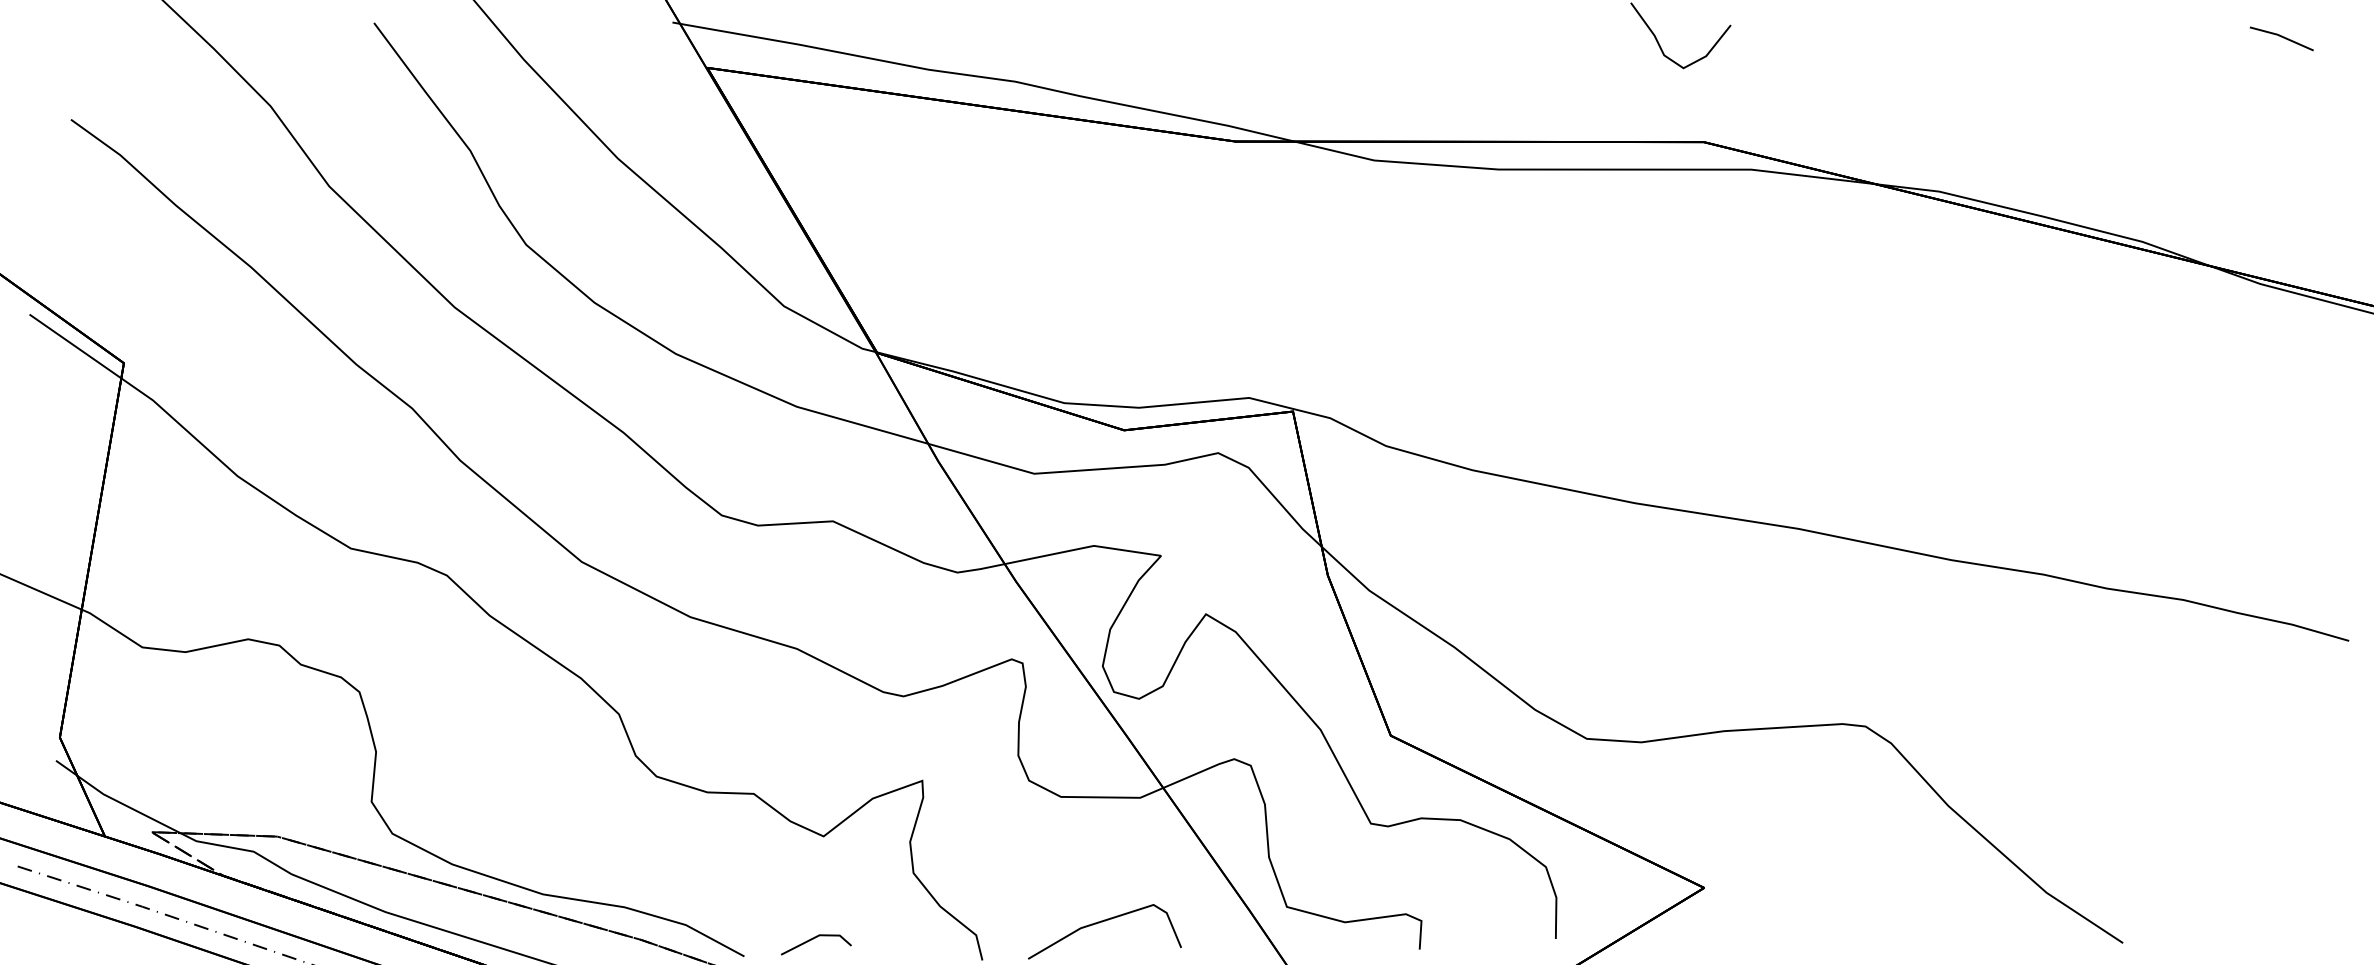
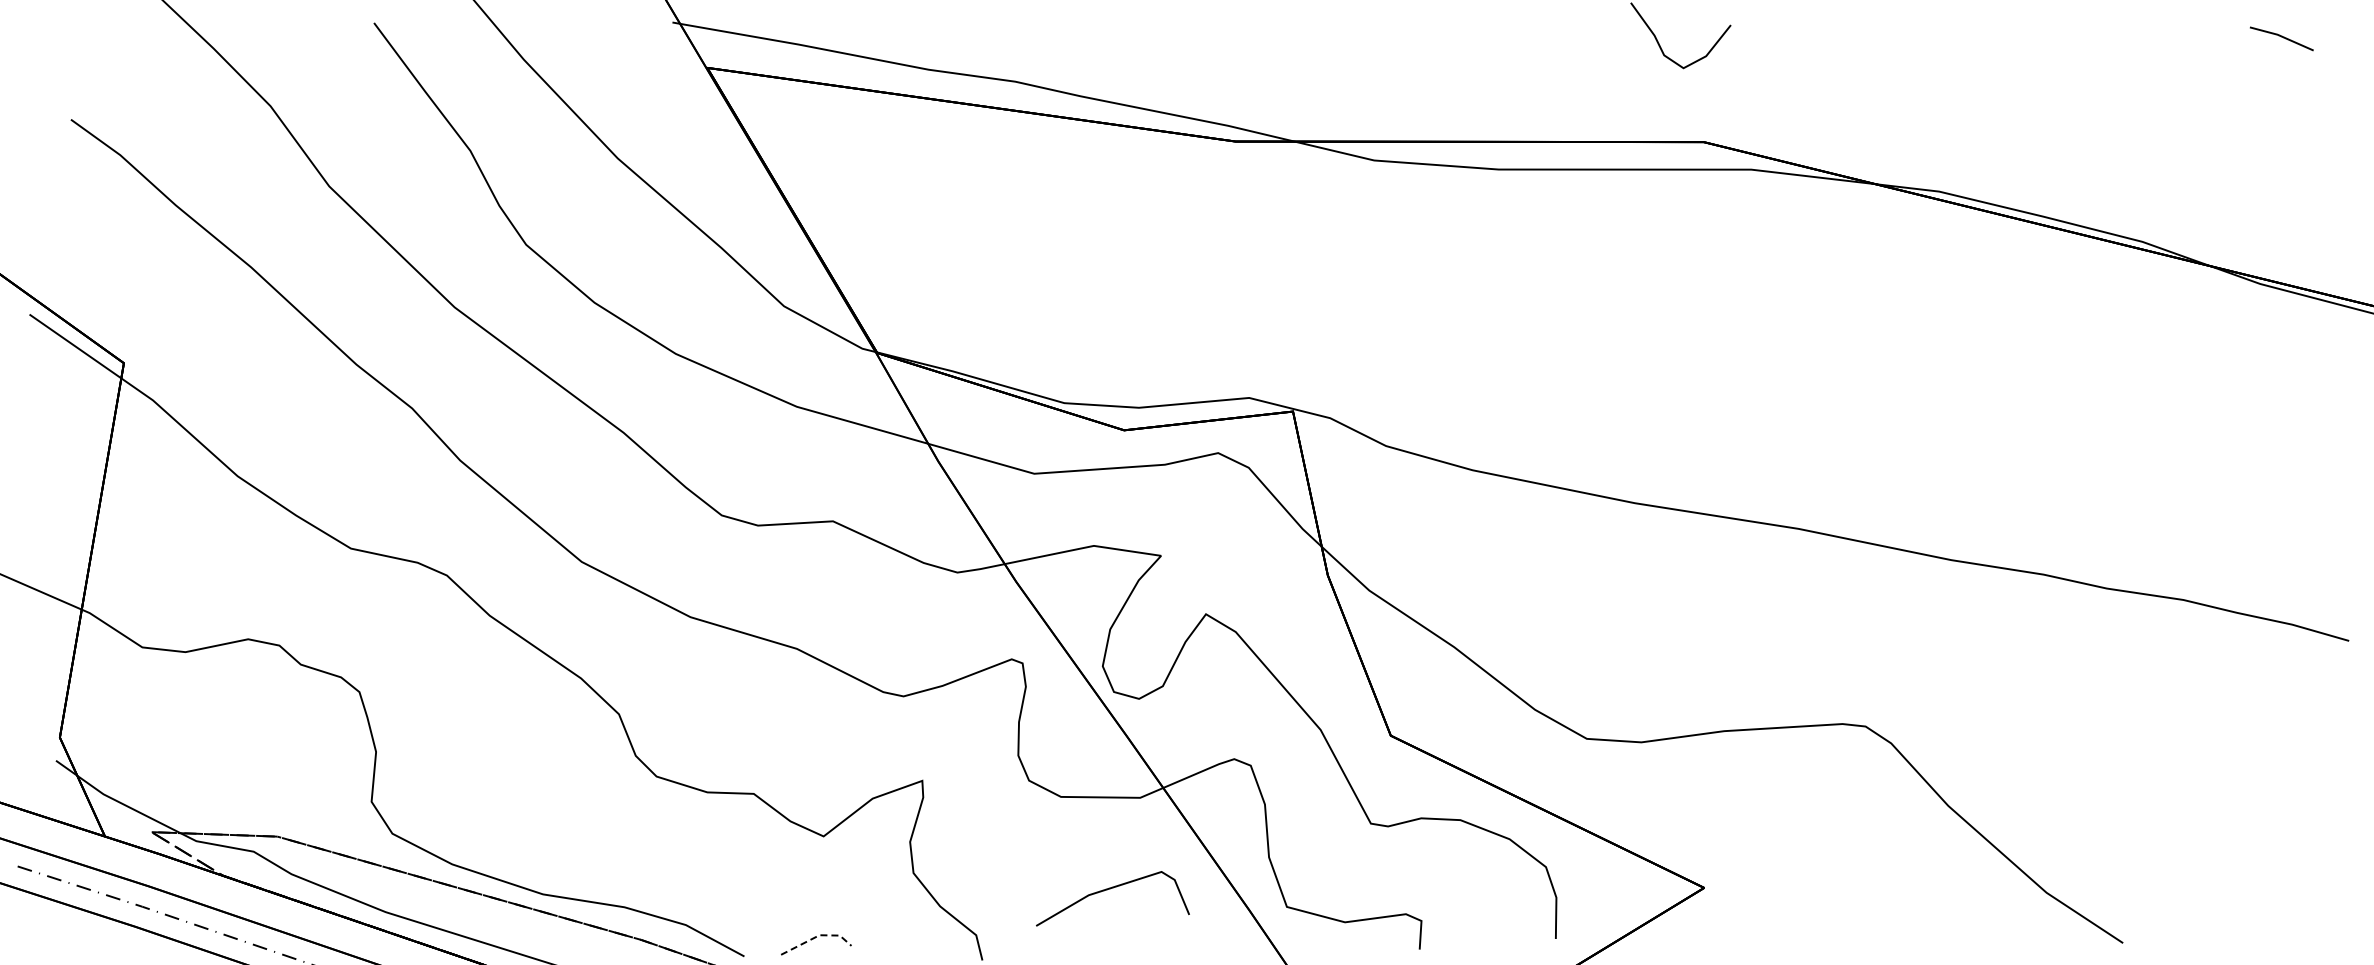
line at (1102, 922) position: (1102, 922) -> (1110, 889)
line at (817, 936): solid -> dashed
